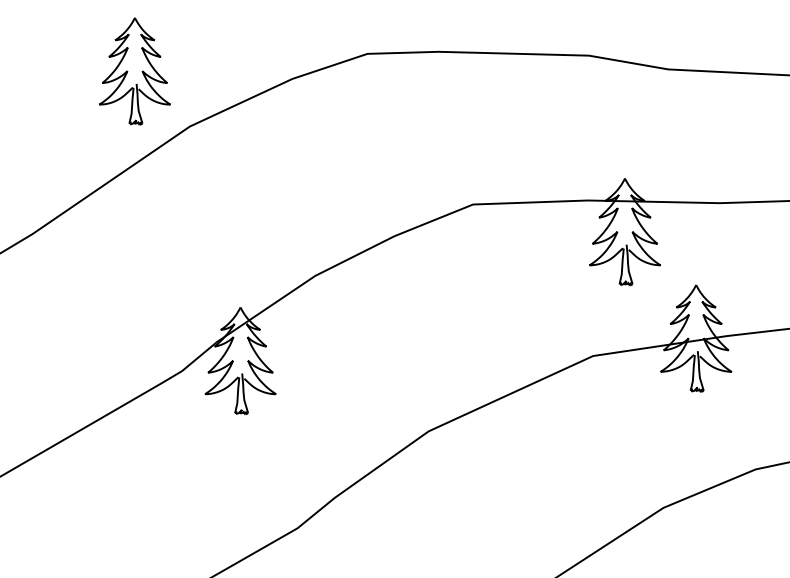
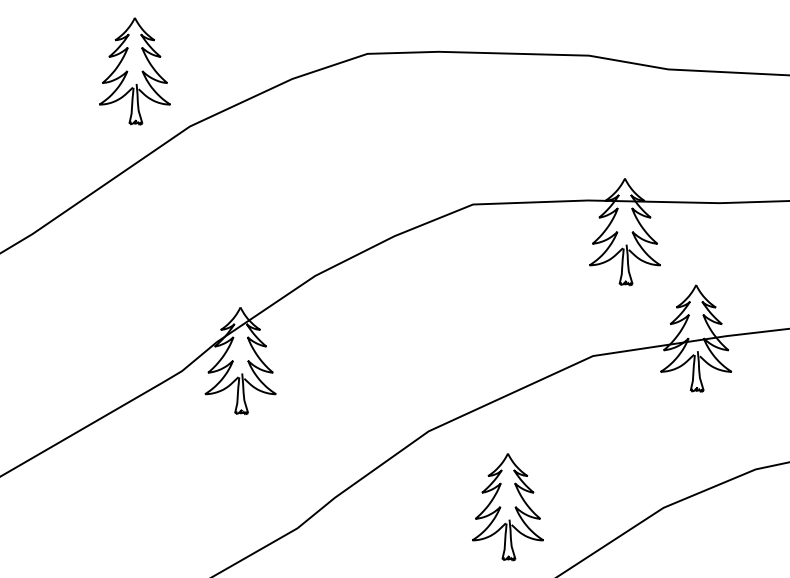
part at (507, 507): none -> present
